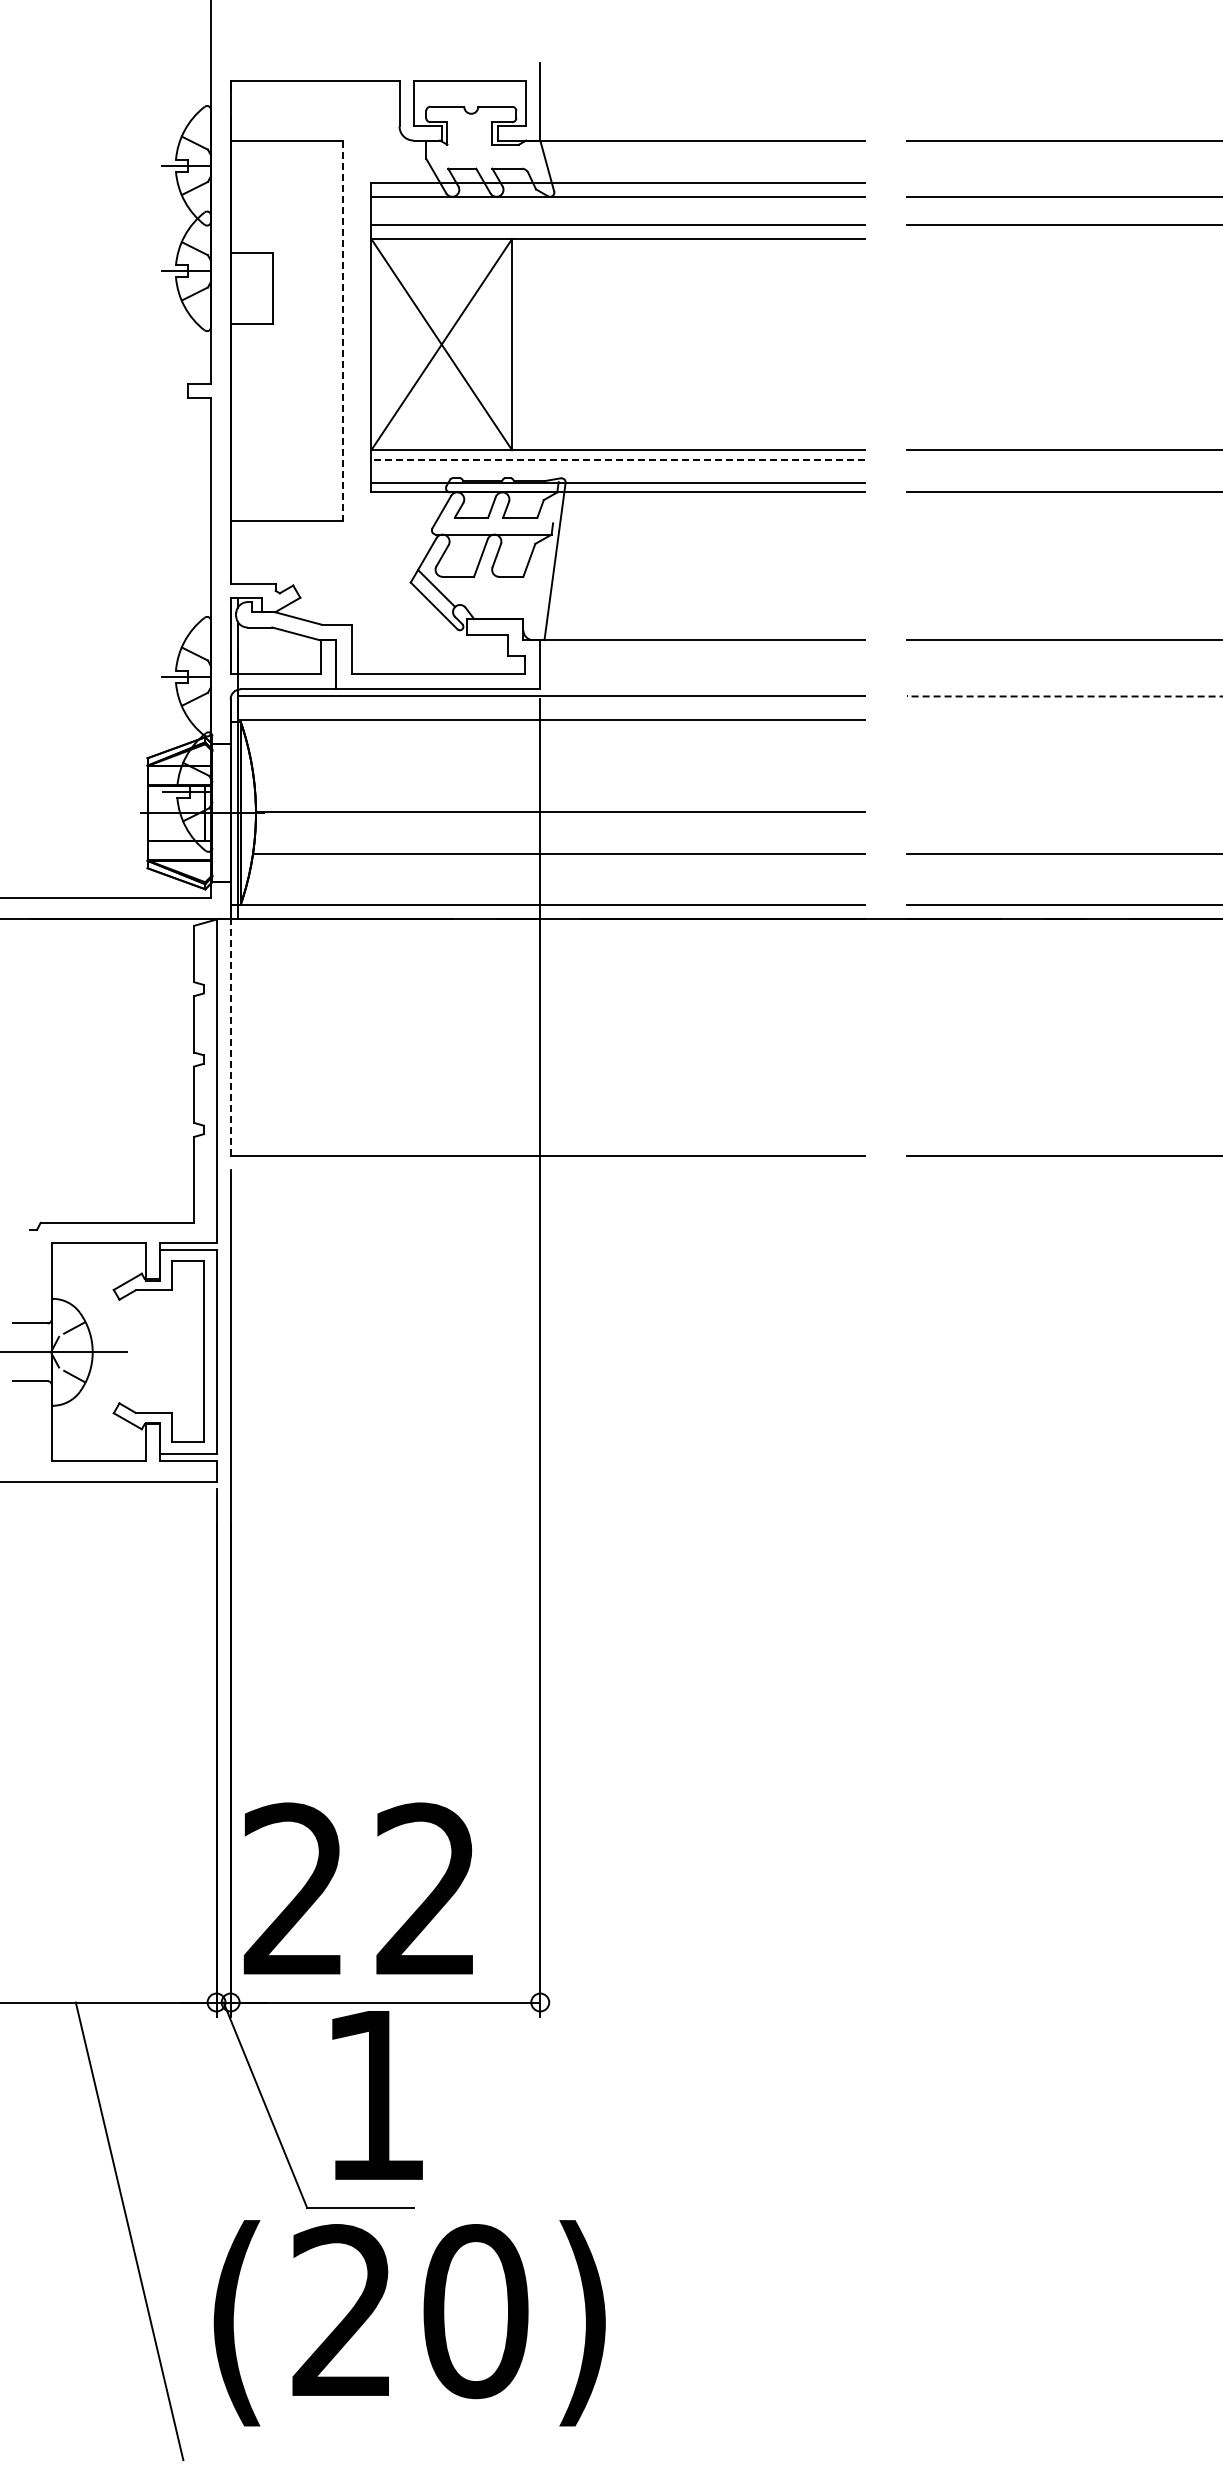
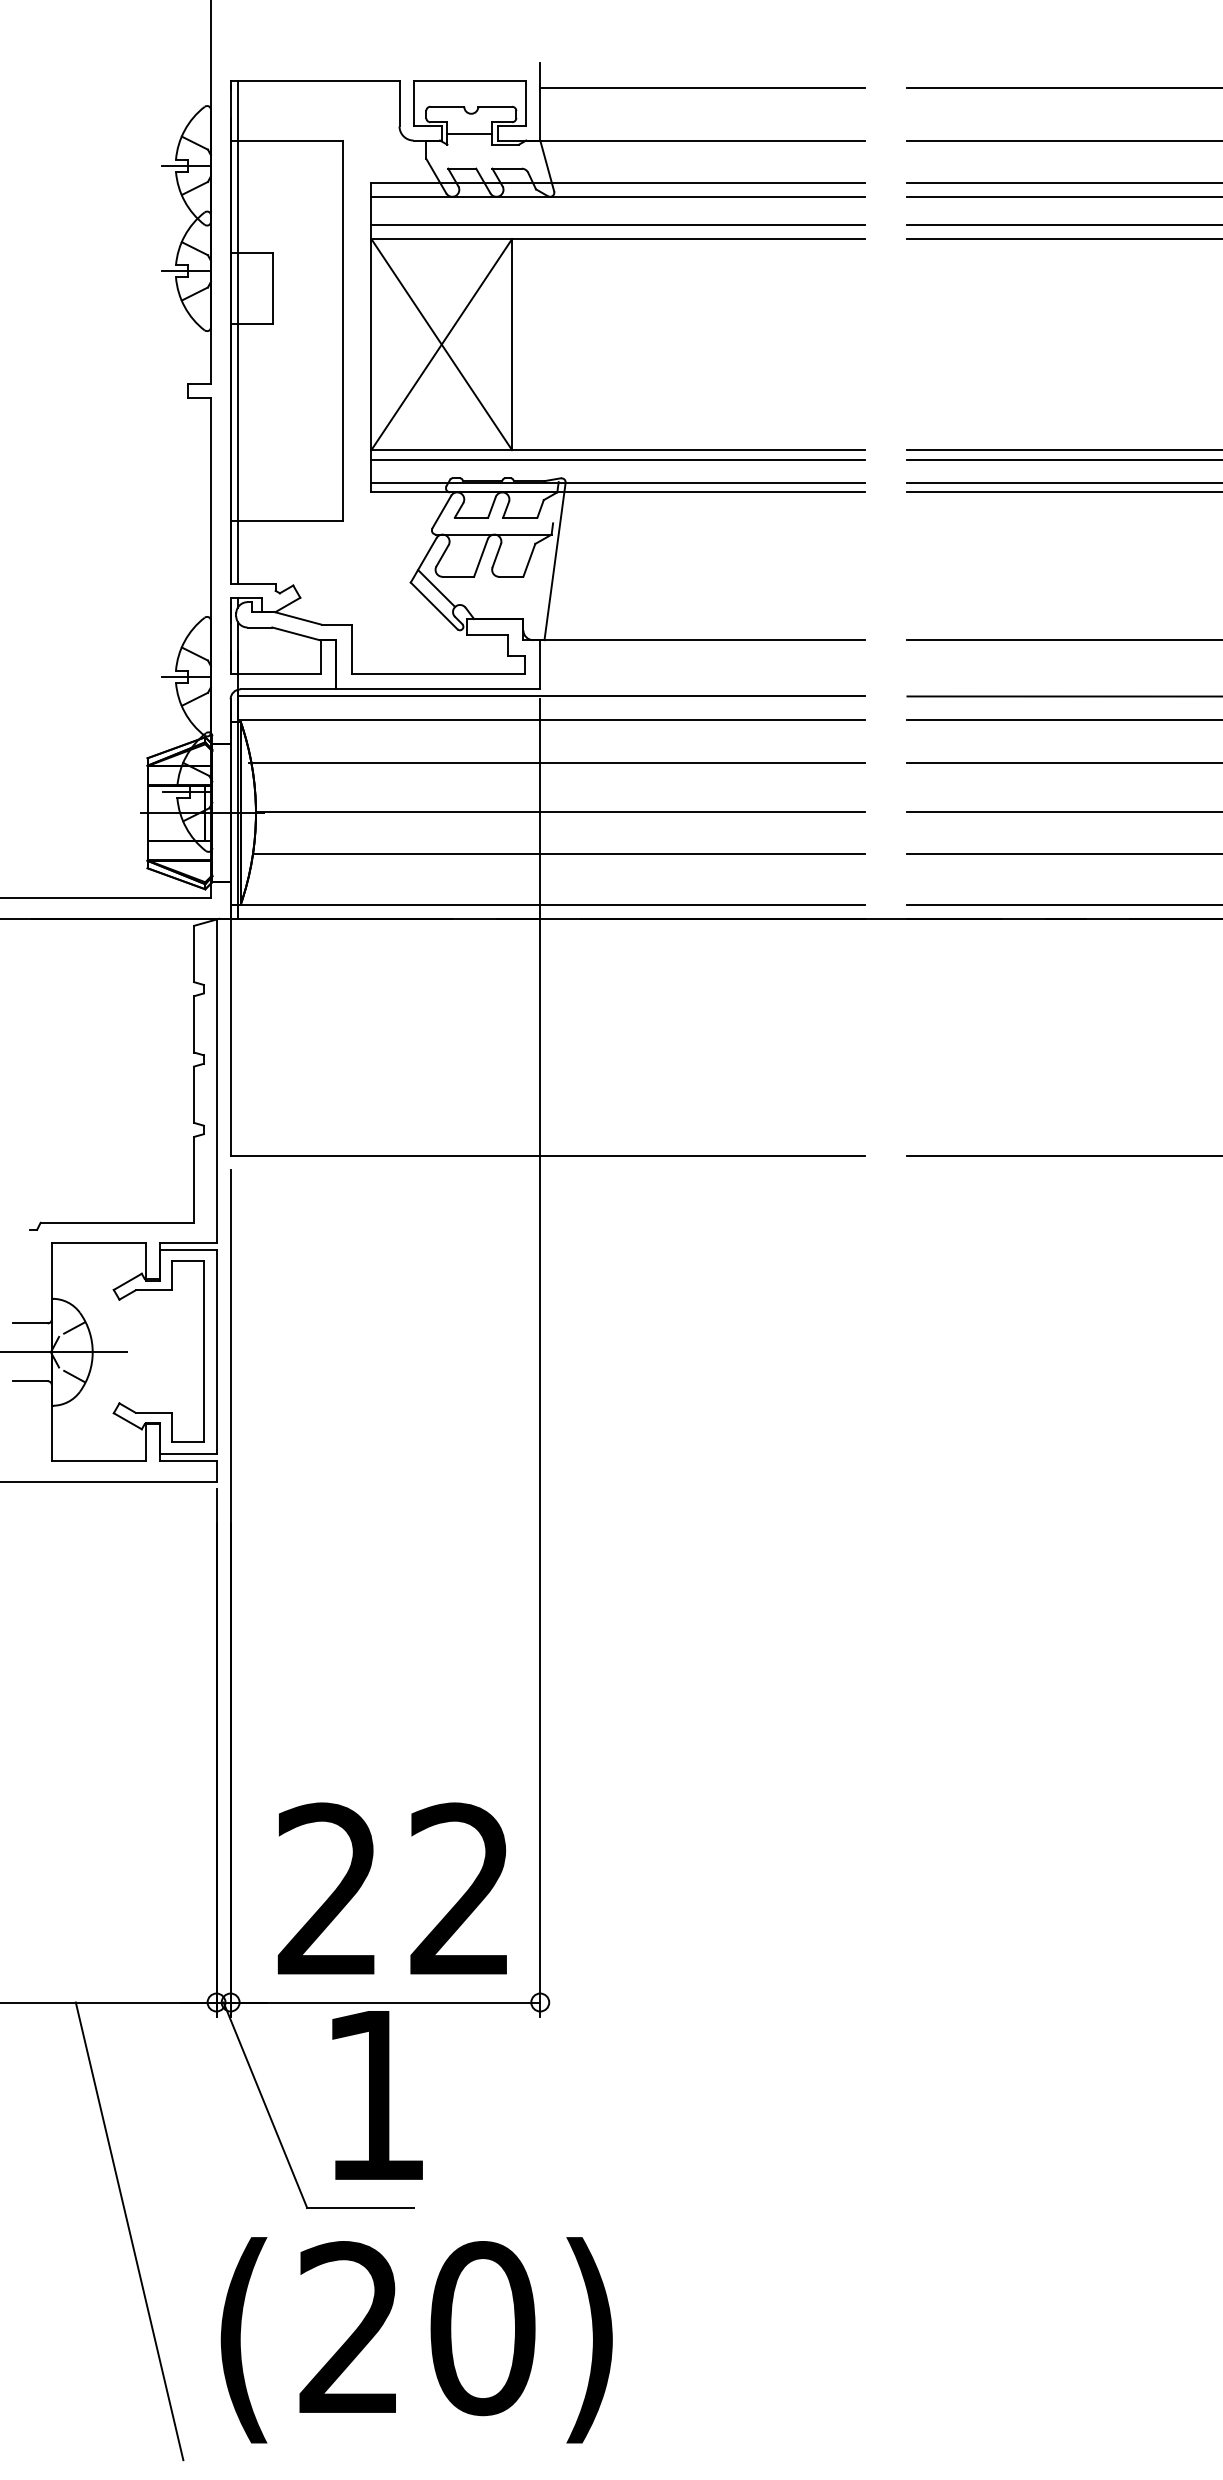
line at (702, 88): none -> present
line at (1063, 88): none -> present
line at (469, 133): none -> present
line at (1063, 182): none -> present
line at (1063, 239): none -> present
line at (343, 330): dashed -> solid
line at (237, 332): none -> present
line at (618, 460): dashed -> solid
line at (1063, 460): none -> present
line at (1063, 482): none -> present
line at (1064, 696): dashed -> solid
line at (1063, 720): none -> present
line at (556, 762): none -> present
line at (1063, 762): none -> present
line at (1063, 811): none -> present
line at (230, 1037): dashed -> solid
text at (357, 1888) position: (357, 1888) -> (391, 1888)
text at (409, 2323) position: (409, 2323) -> (416, 2340)
